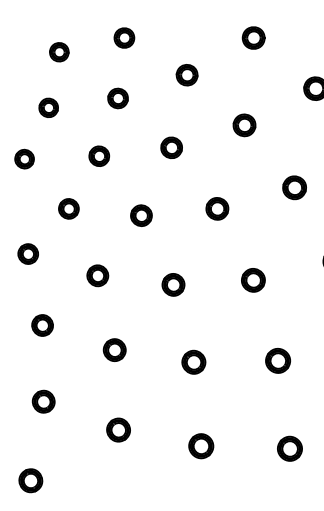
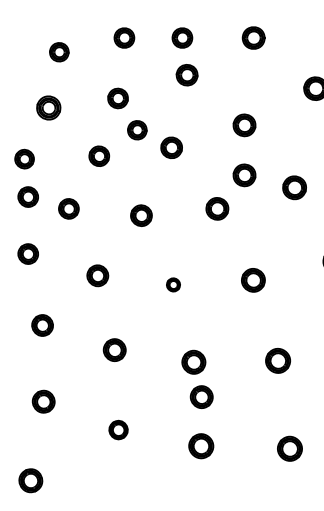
part at (182, 37): none -> present
part at (48, 107) size: 21x21 px -> 26x26 px
part at (137, 130): none -> present
part at (244, 175): none -> present
part at (27, 196): none -> present
part at (173, 284) size: 25x24 px -> 15x16 px
part at (201, 396): none -> present
part at (118, 429) size: 25x26 px -> 21x22 px
